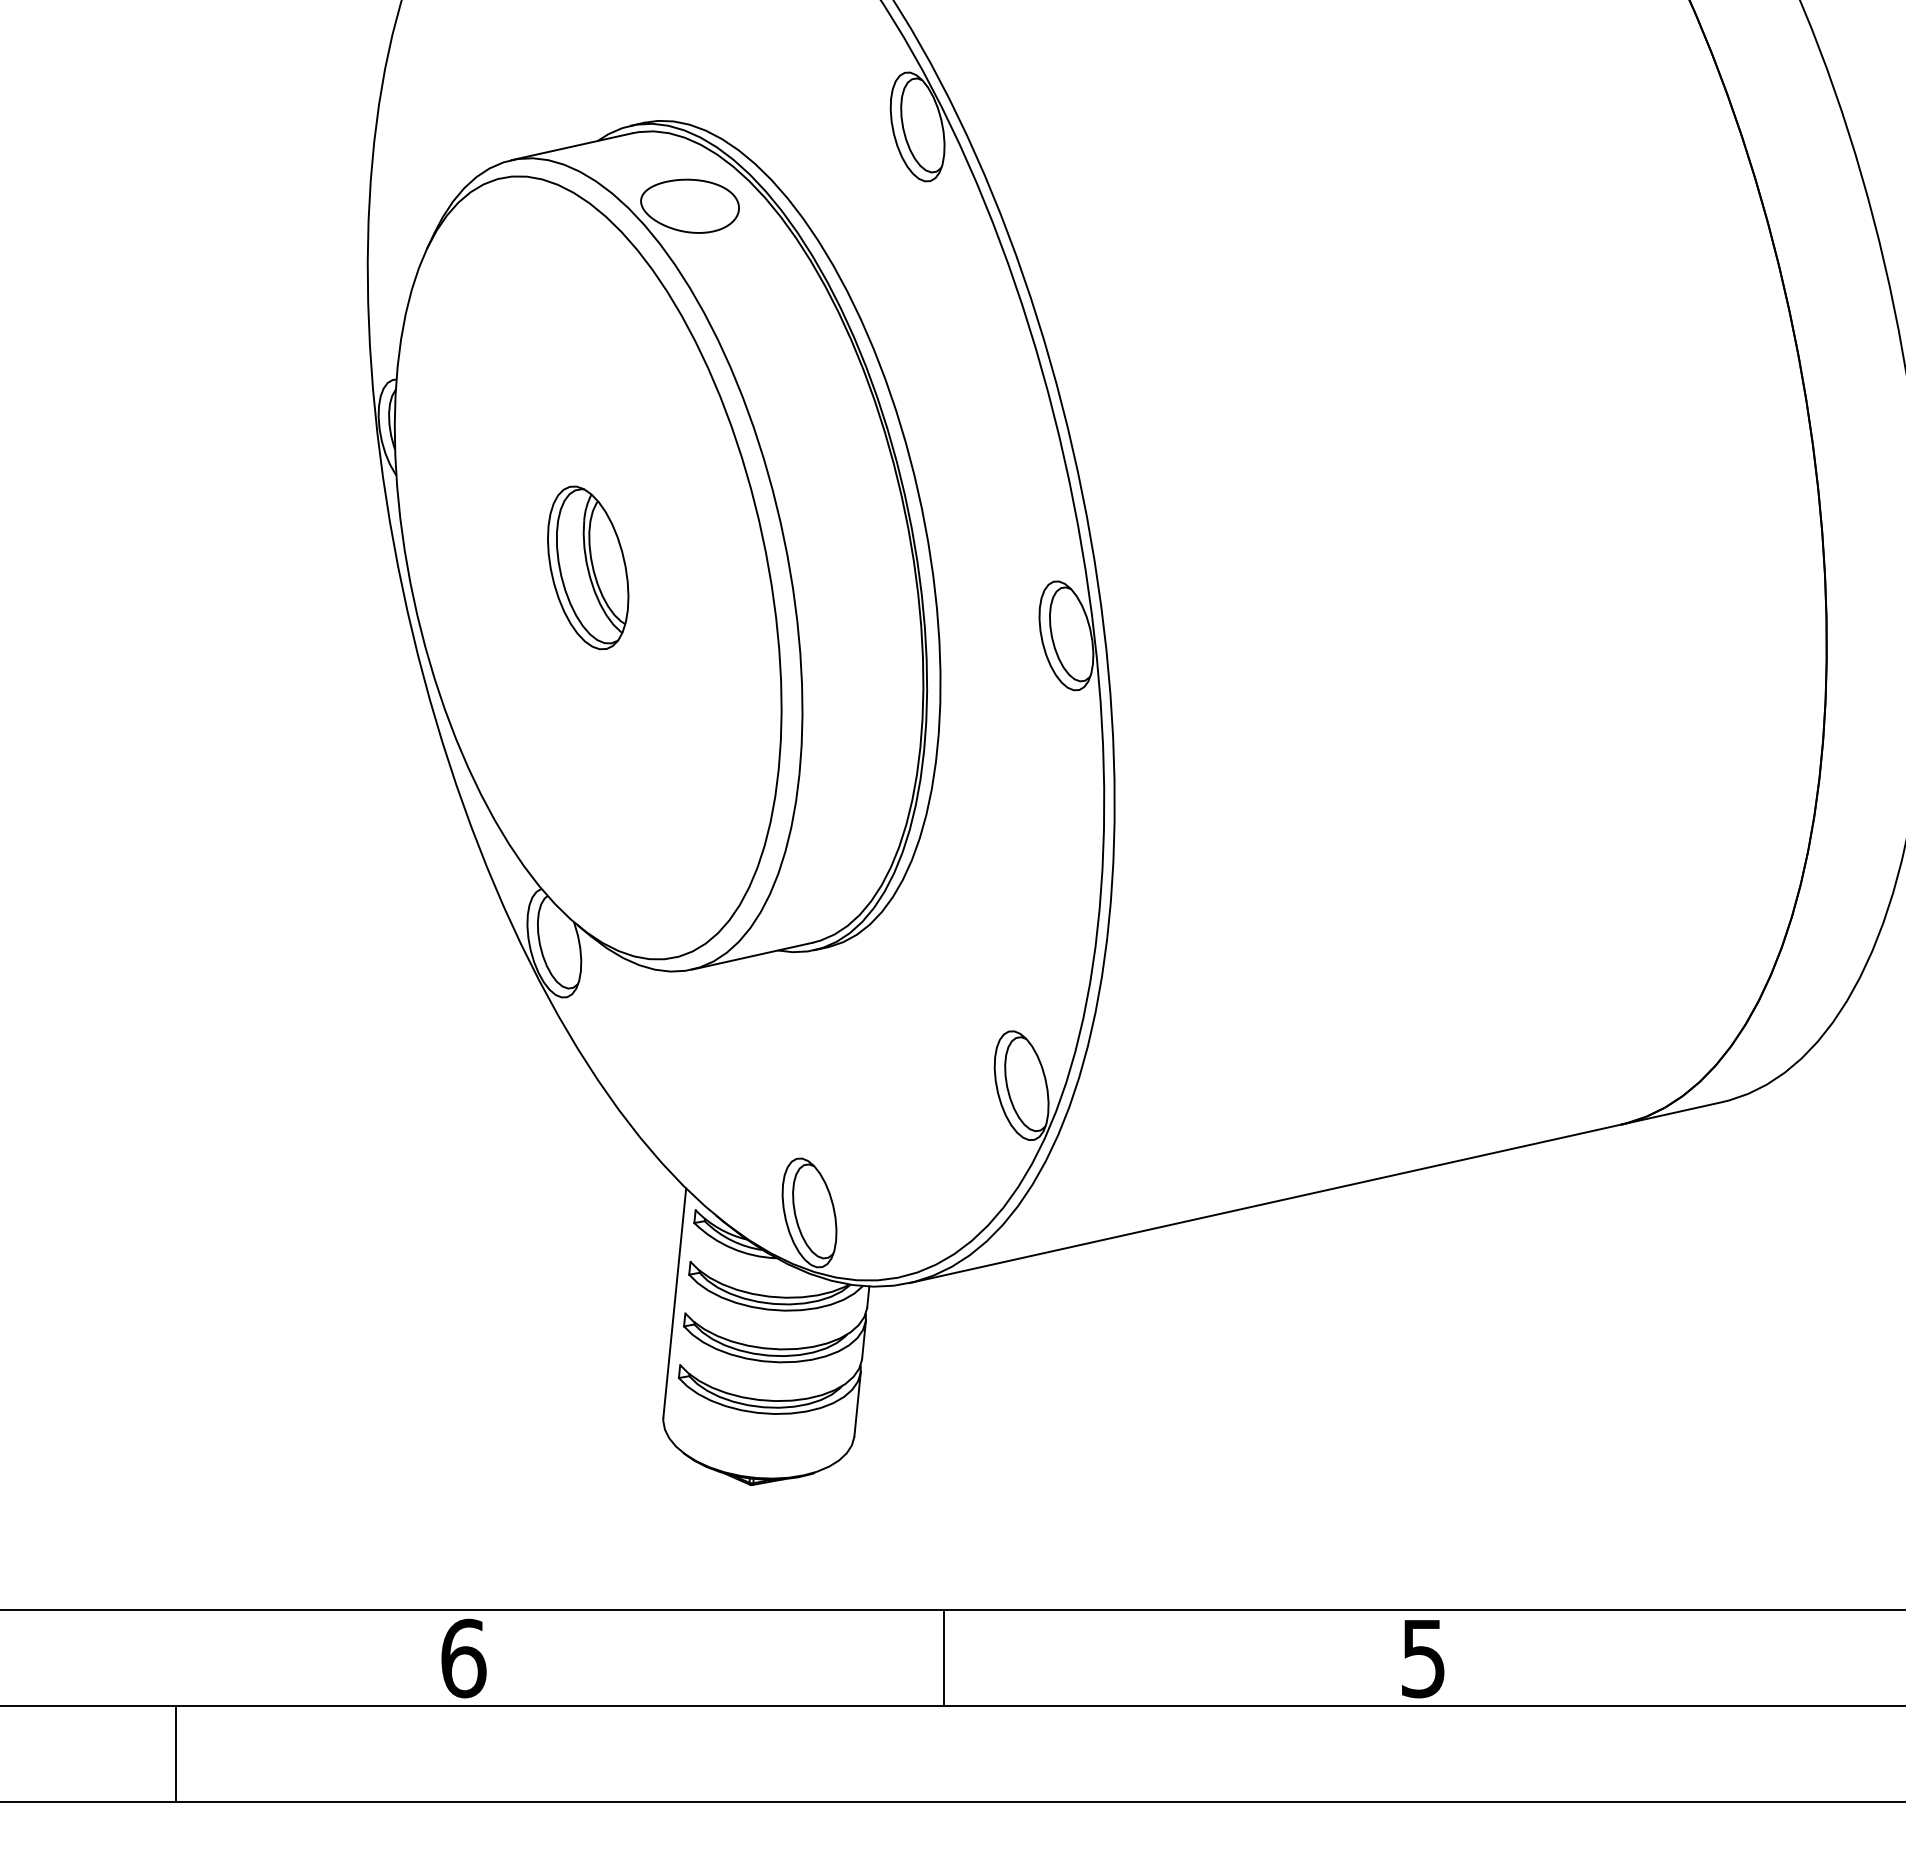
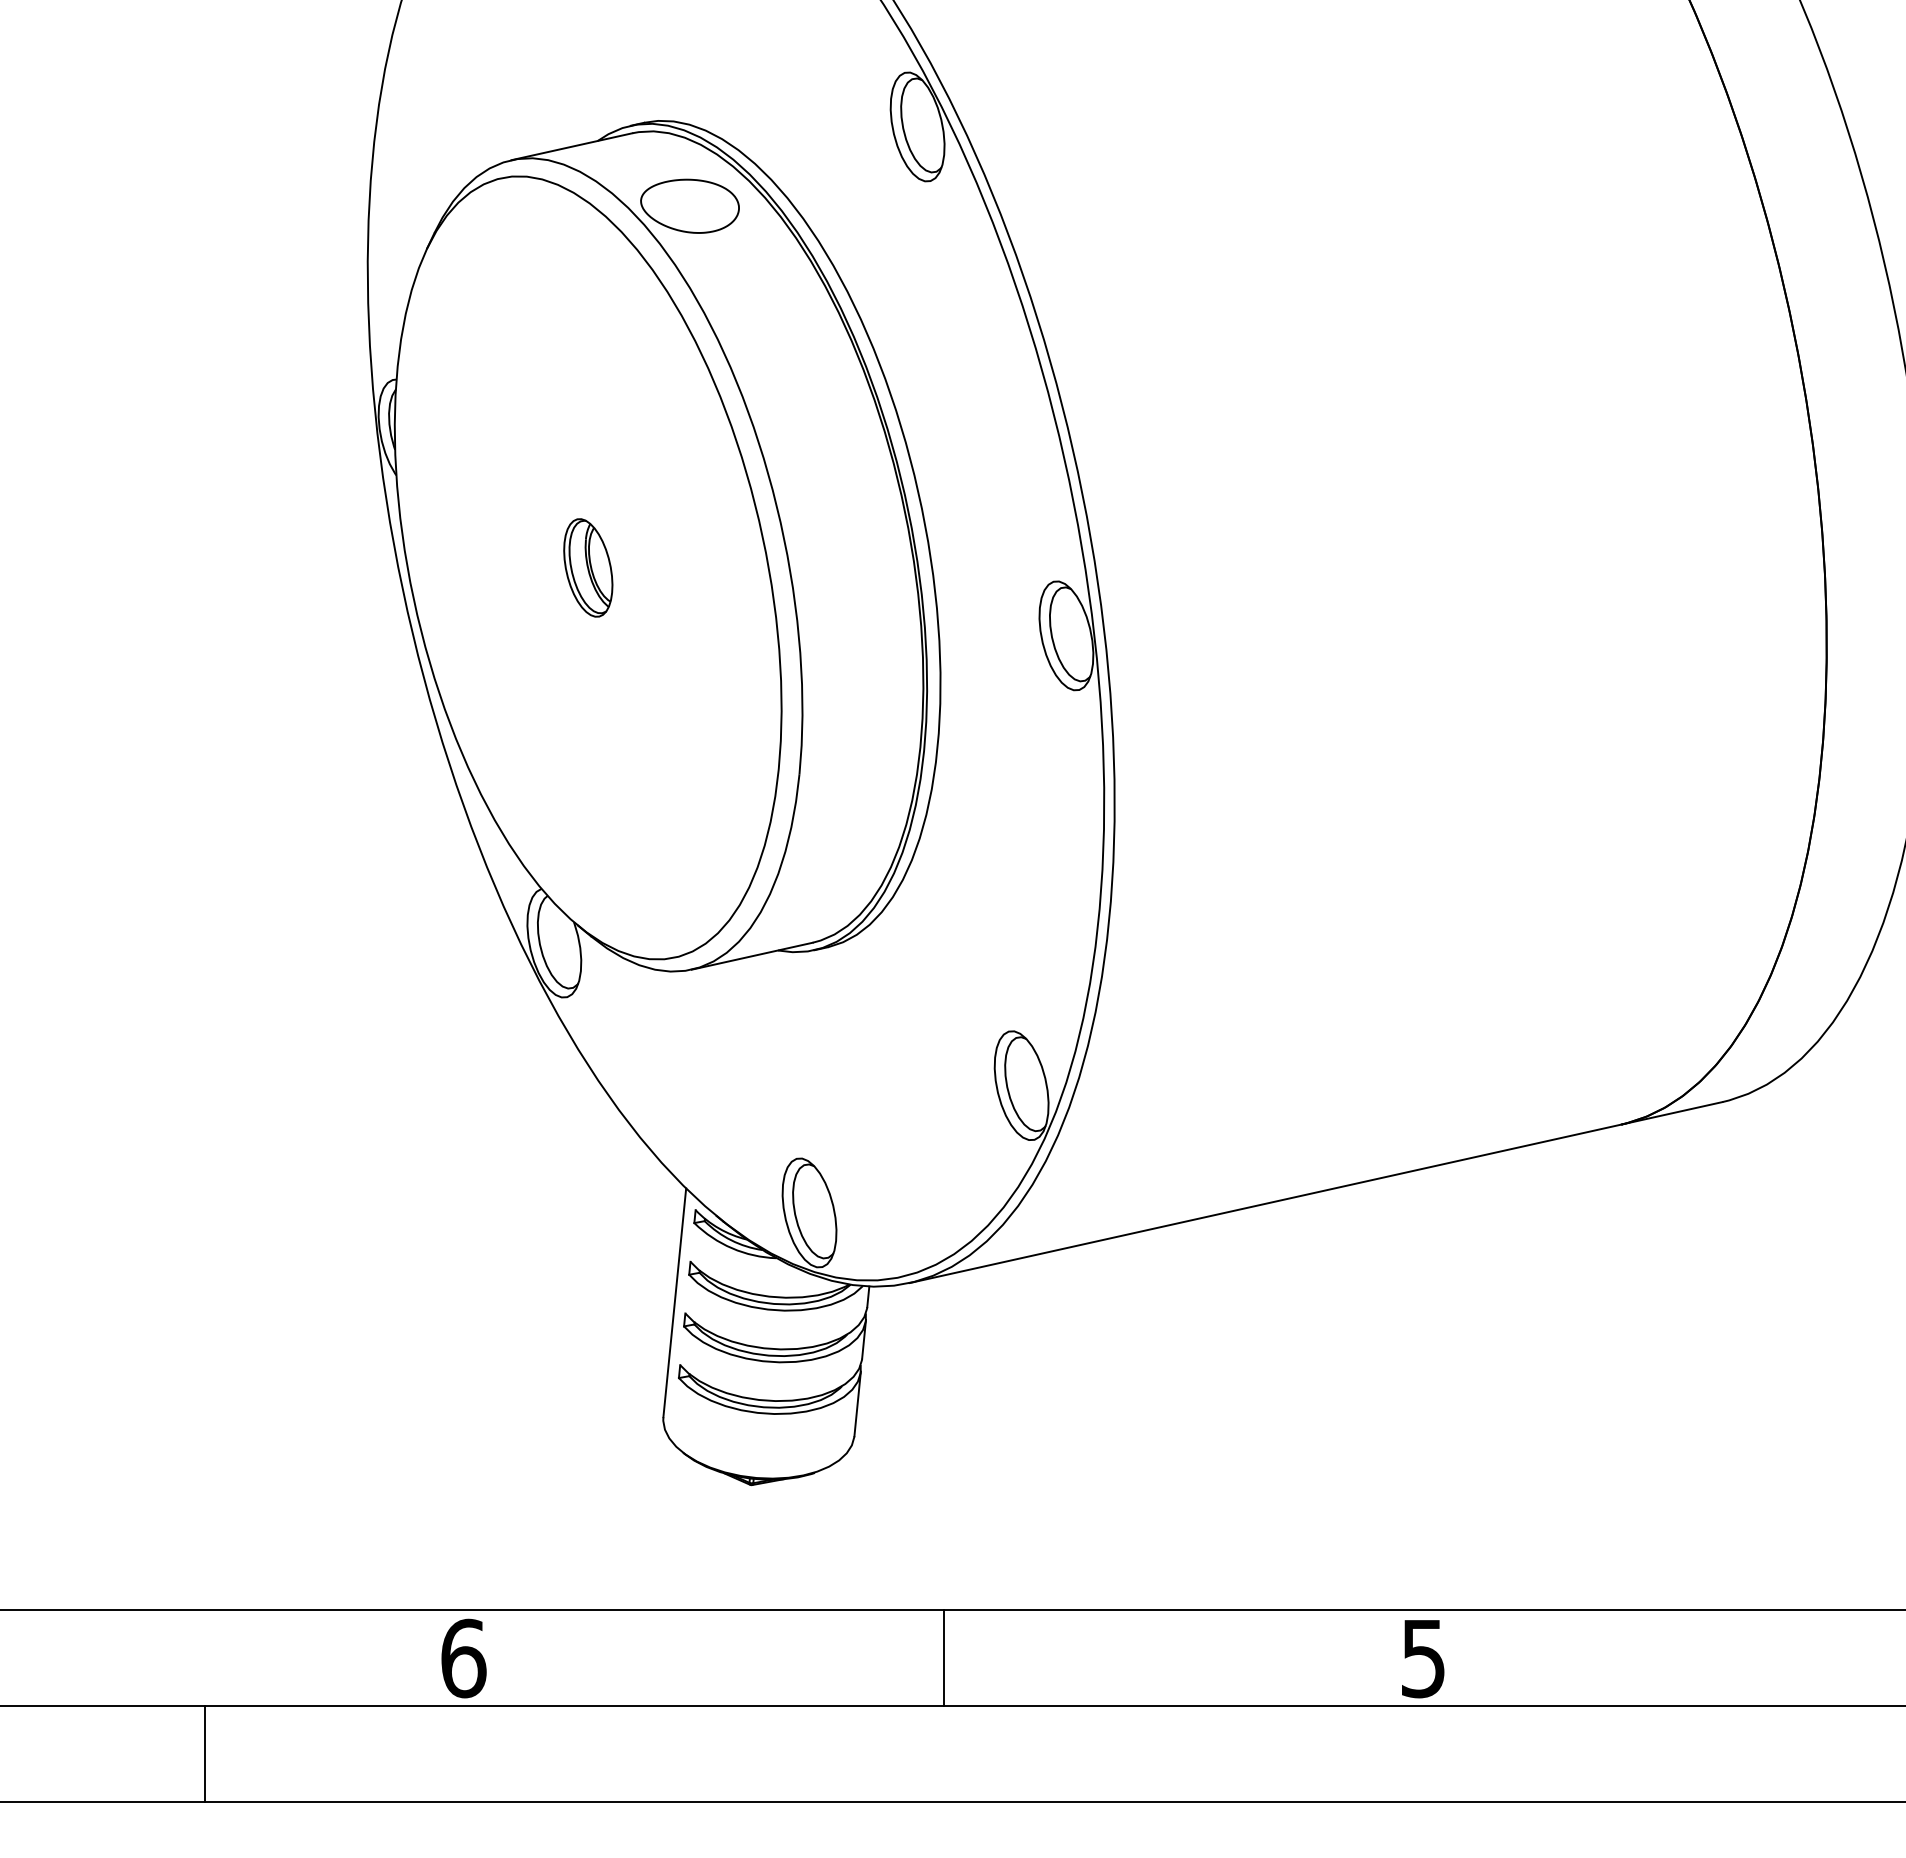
part at (588, 567) size: 83x166 px -> 51x100 px
line at (176, 1754) position: (176, 1754) -> (205, 1754)
